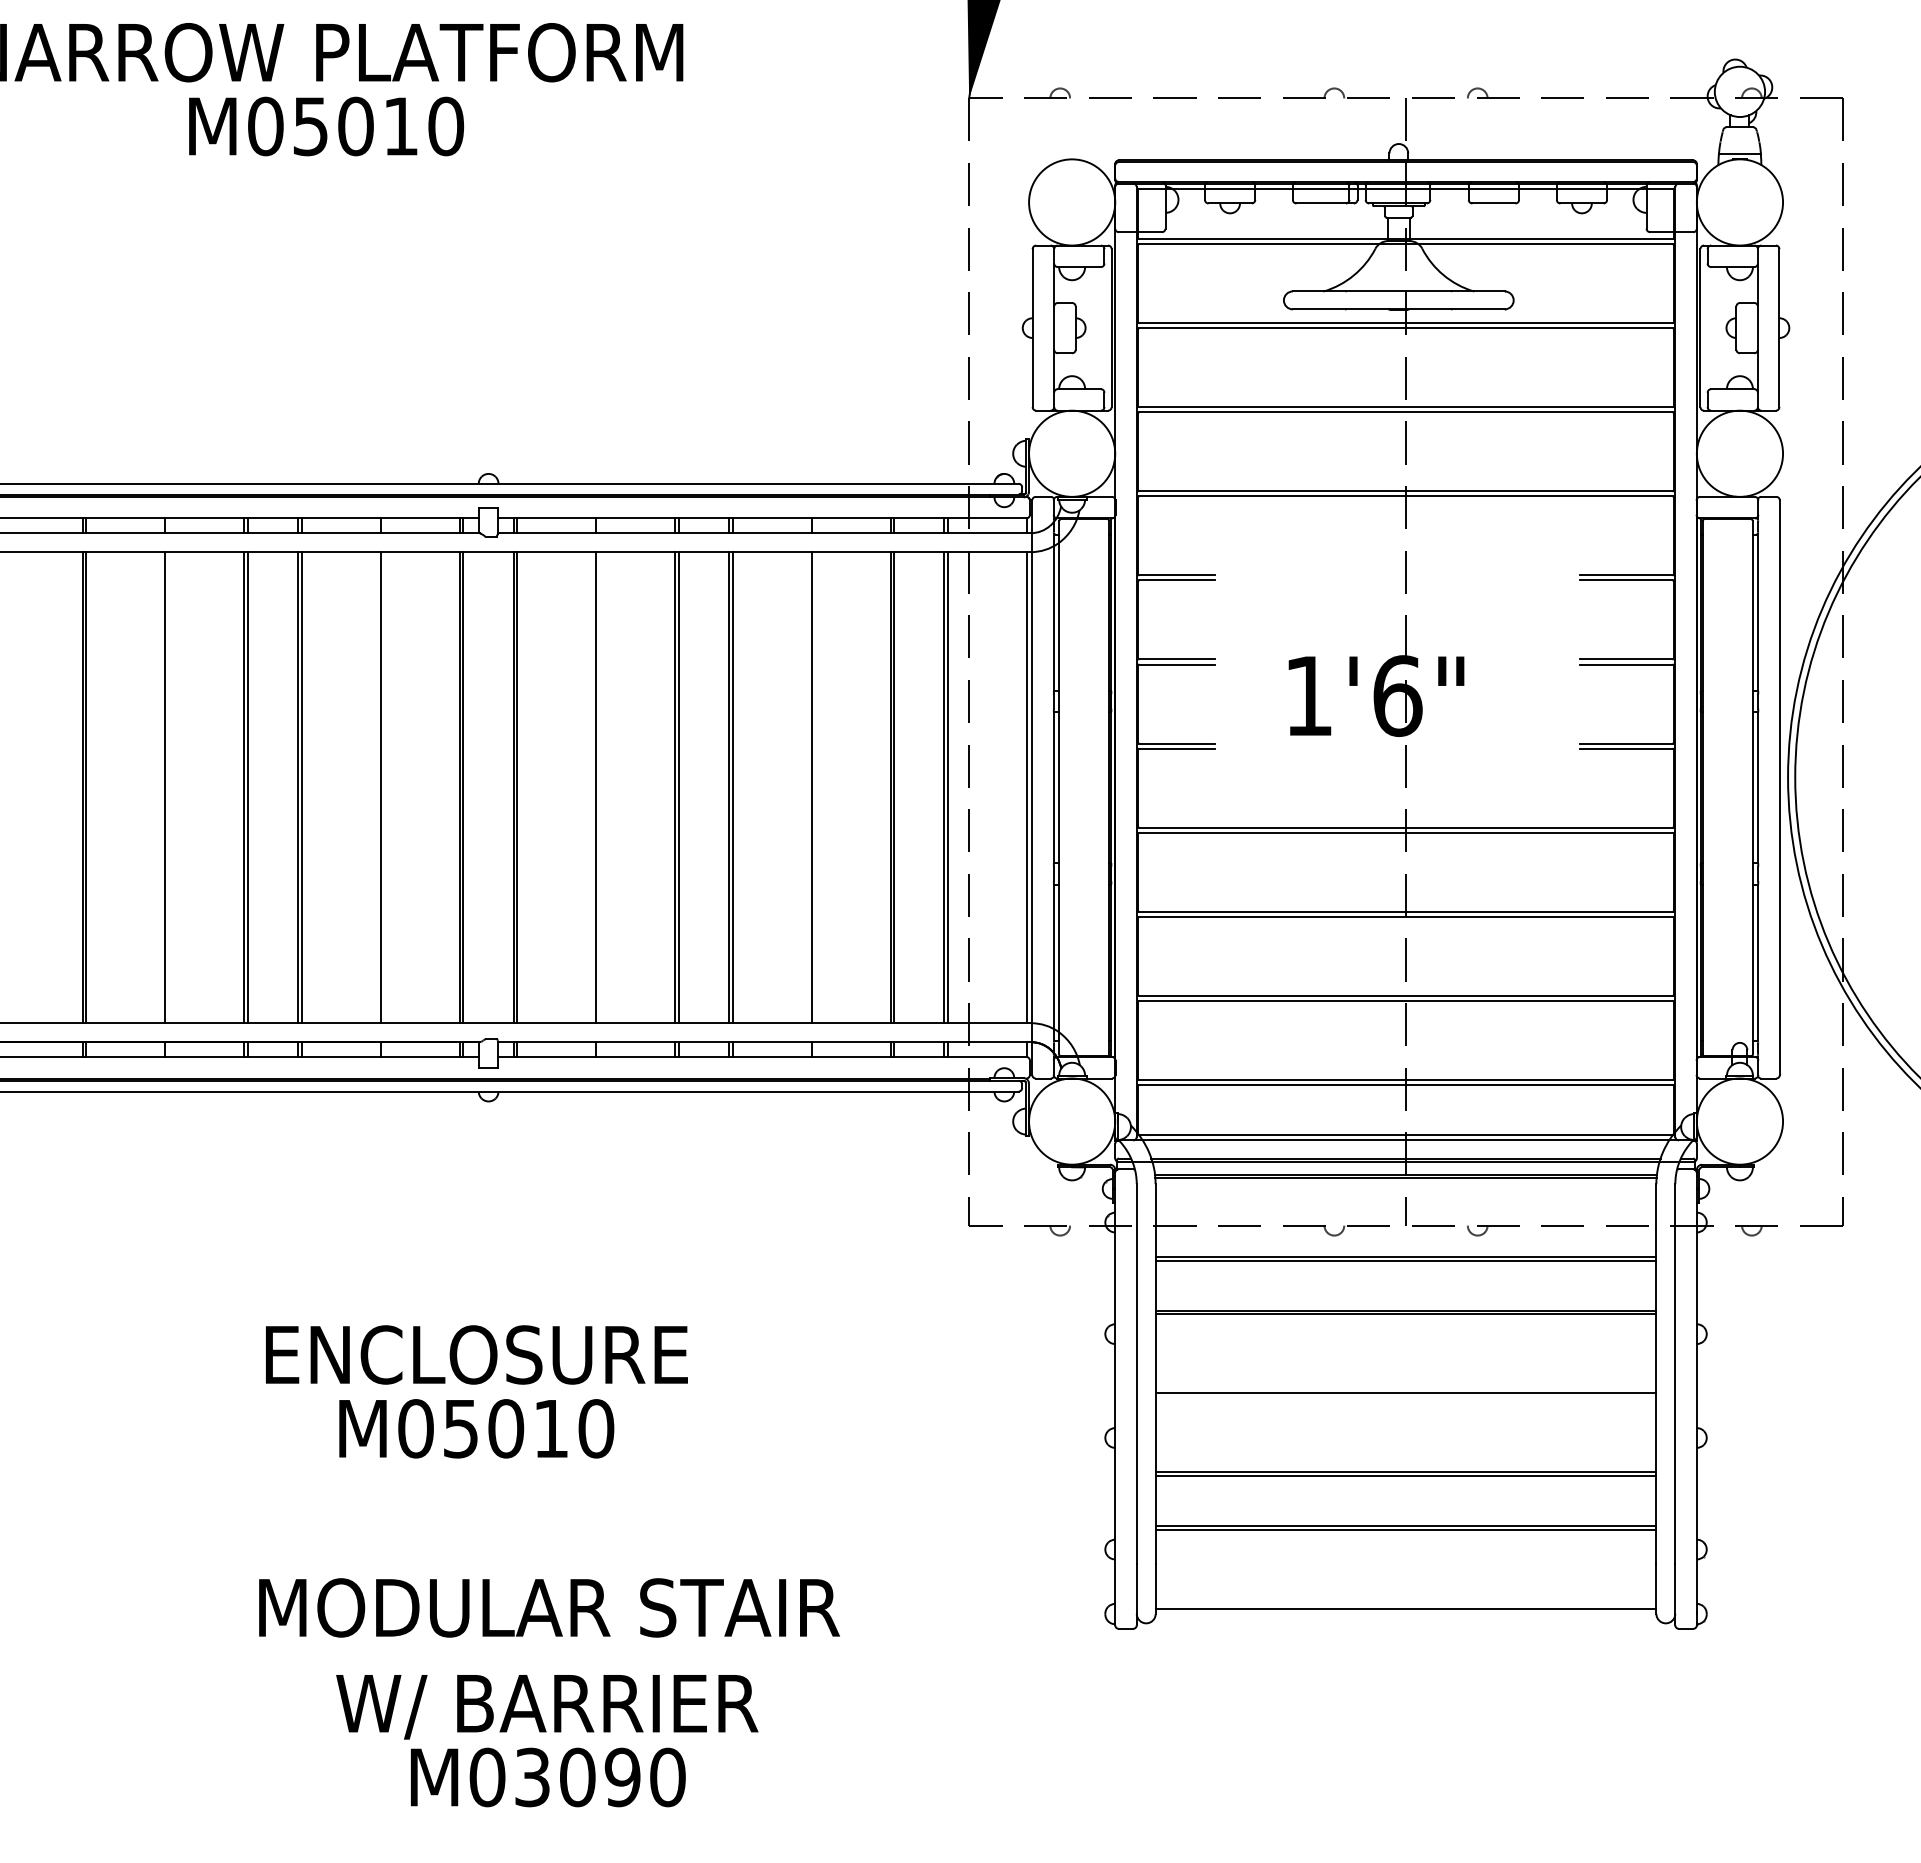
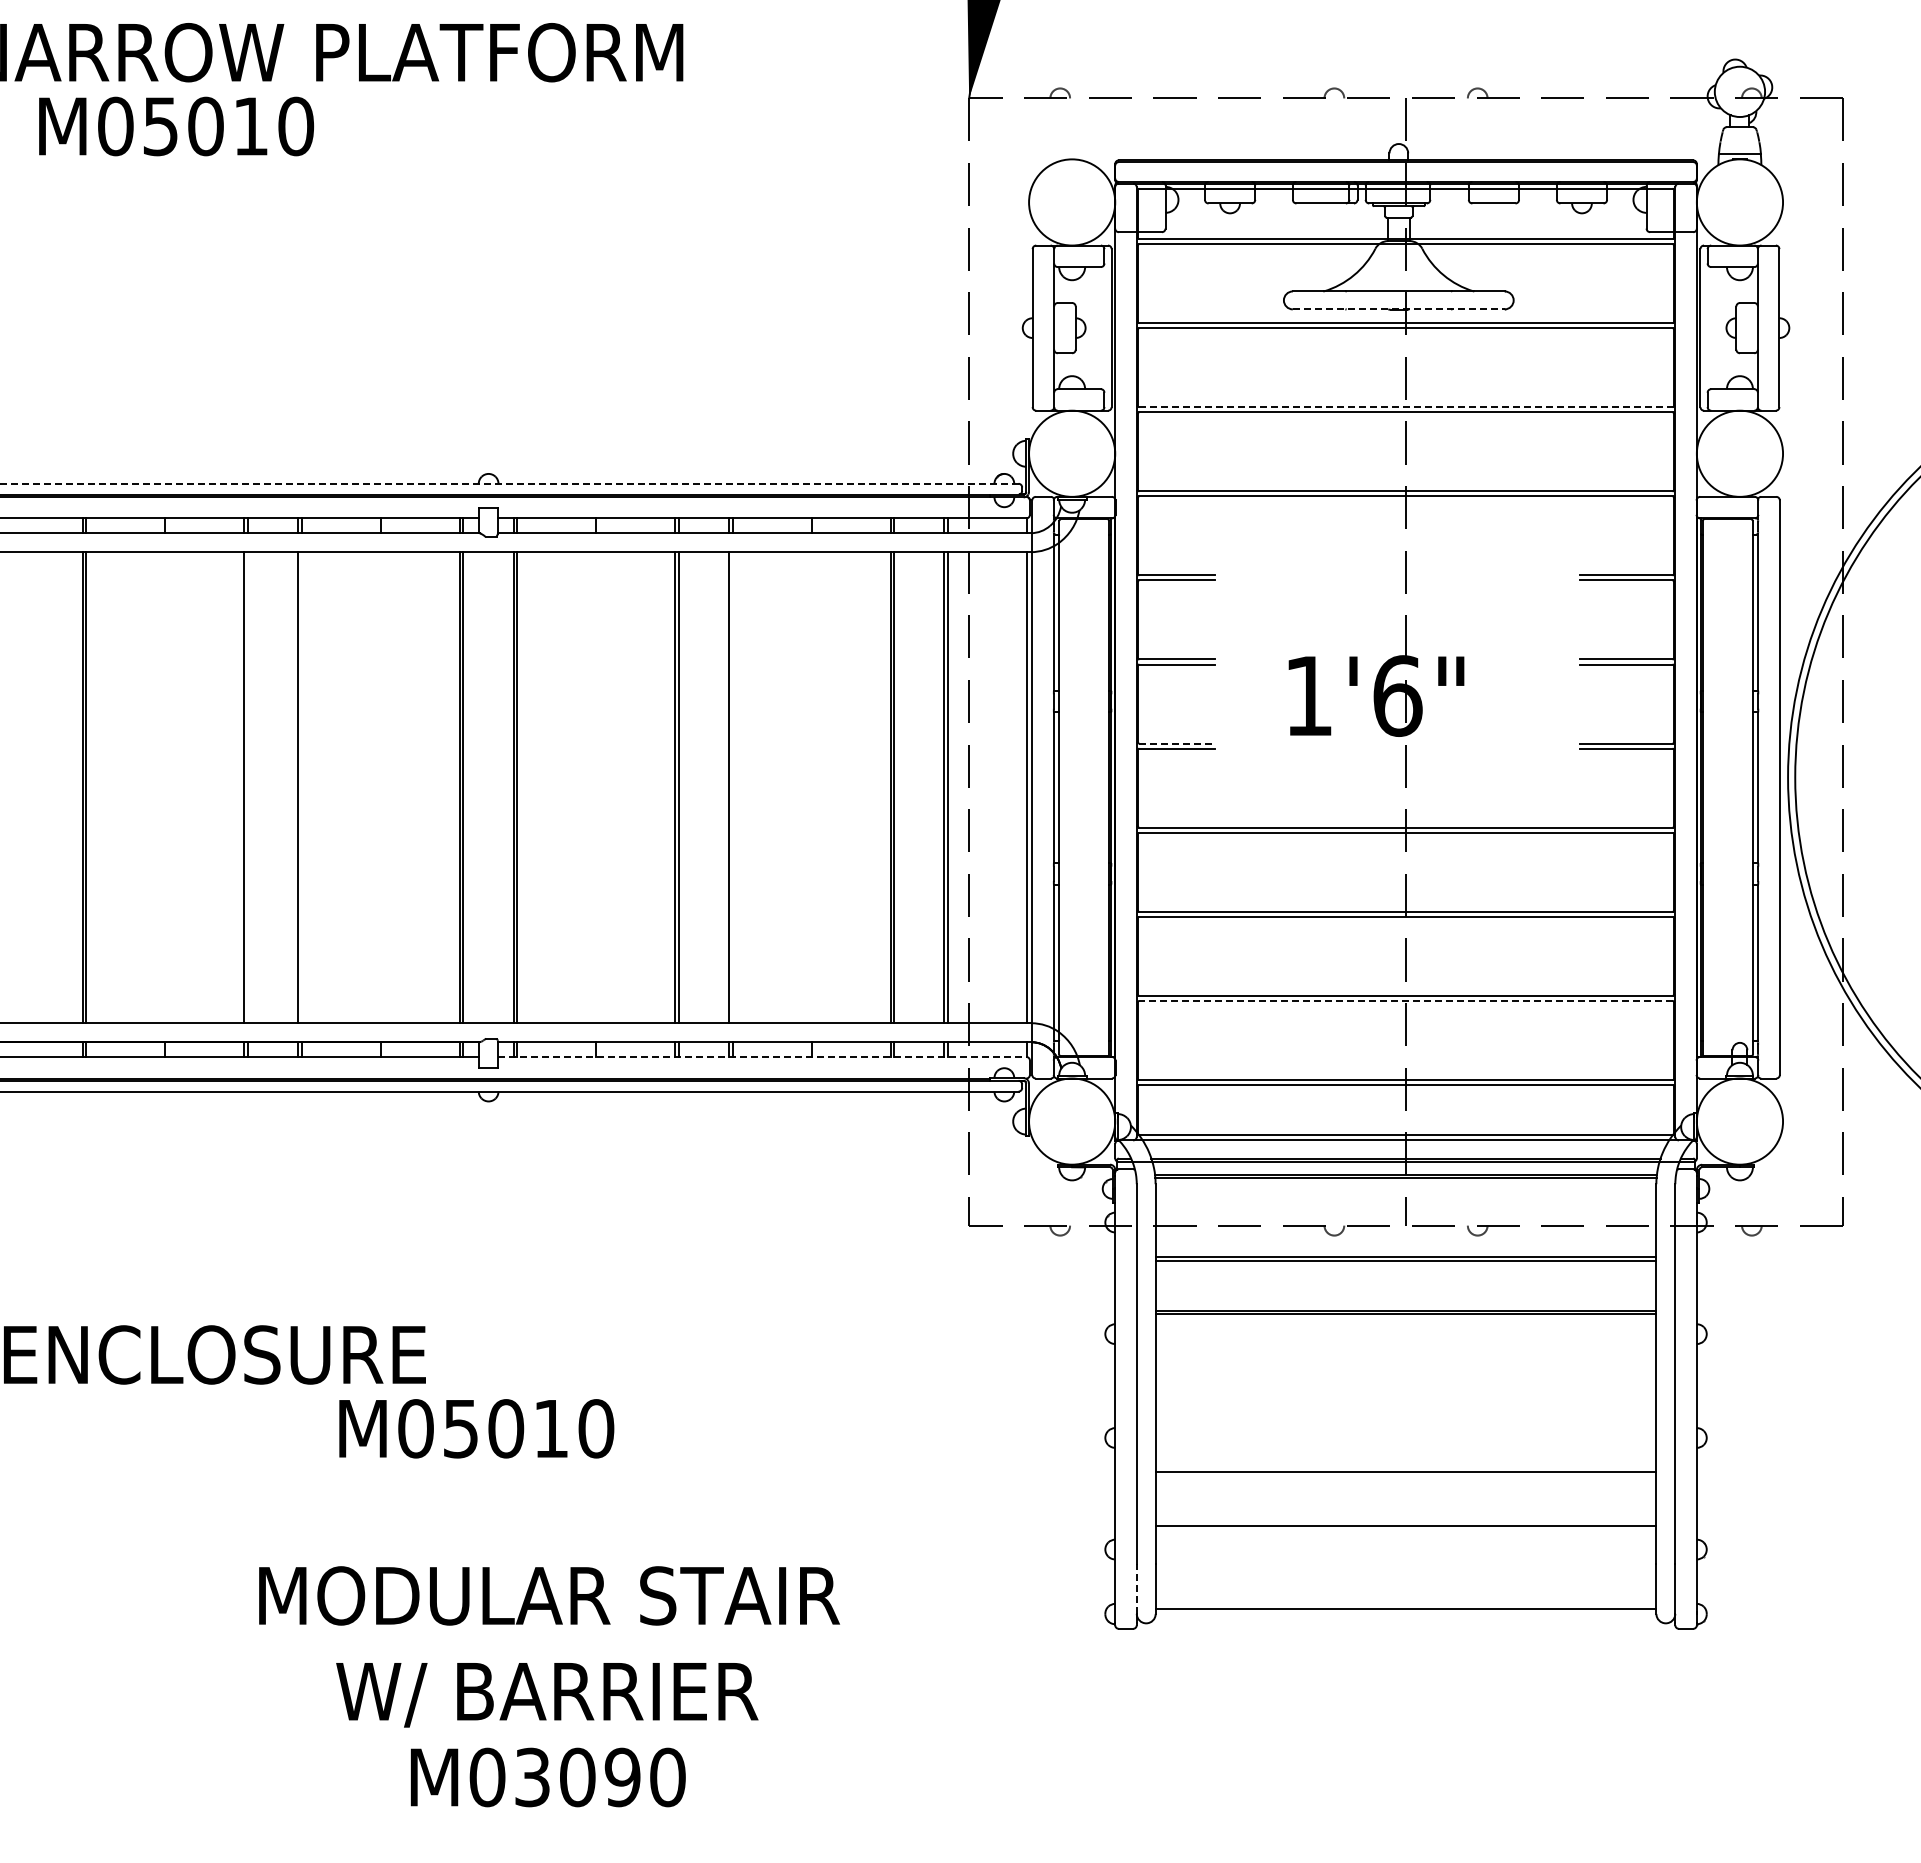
text at (326, 126) position: (326, 126) -> (176, 126)
line at (1398, 309): solid -> dashed
line at (1405, 407): solid -> dashed
line at (509, 483): solid -> dashed
line at (1177, 743): solid -> dashed
line at (165, 787): present -> none
line at (247, 787): present -> none
line at (301, 787): present -> none
line at (380, 787): present -> none
line at (596, 787): present -> none
line at (732, 787): present -> none
line at (811, 787): present -> none
line at (1405, 1000): solid -> dashed
line at (763, 1056): solid -> dashed
text at (476, 1354) position: (476, 1354) -> (214, 1354)
line at (1405, 1393): present -> none
line at (1405, 1476): present -> none
line at (1405, 1529): present -> none
line at (1136, 1588): solid -> dashed
text at (549, 1658) position: (549, 1658) -> (549, 1646)
